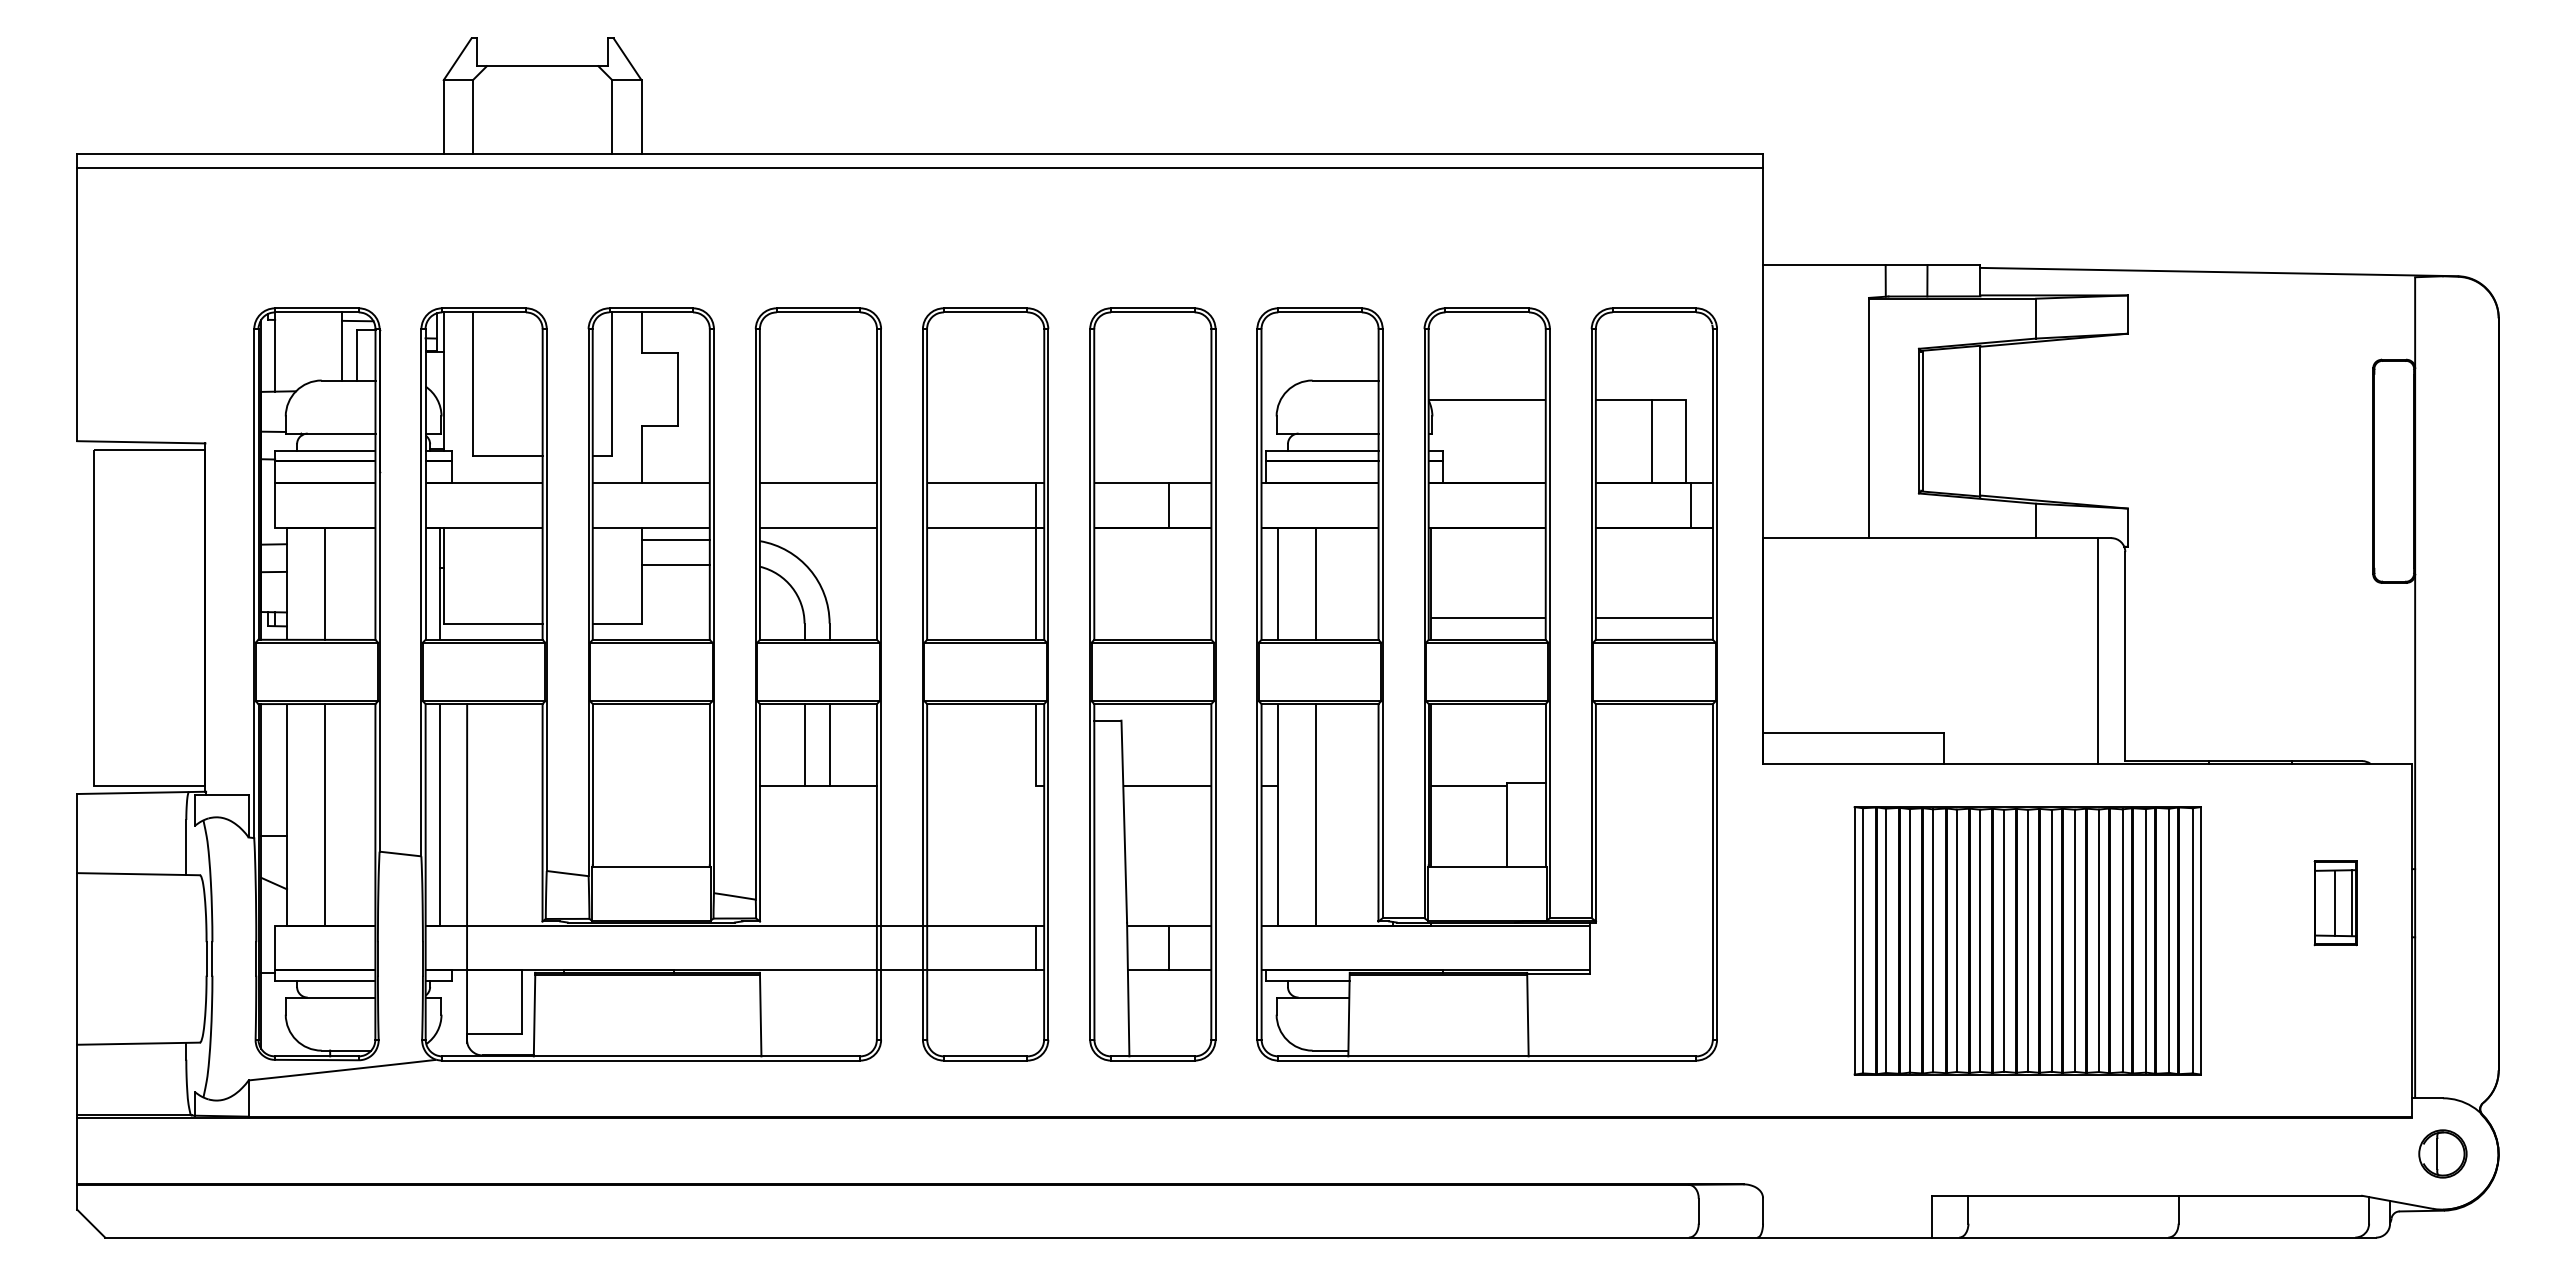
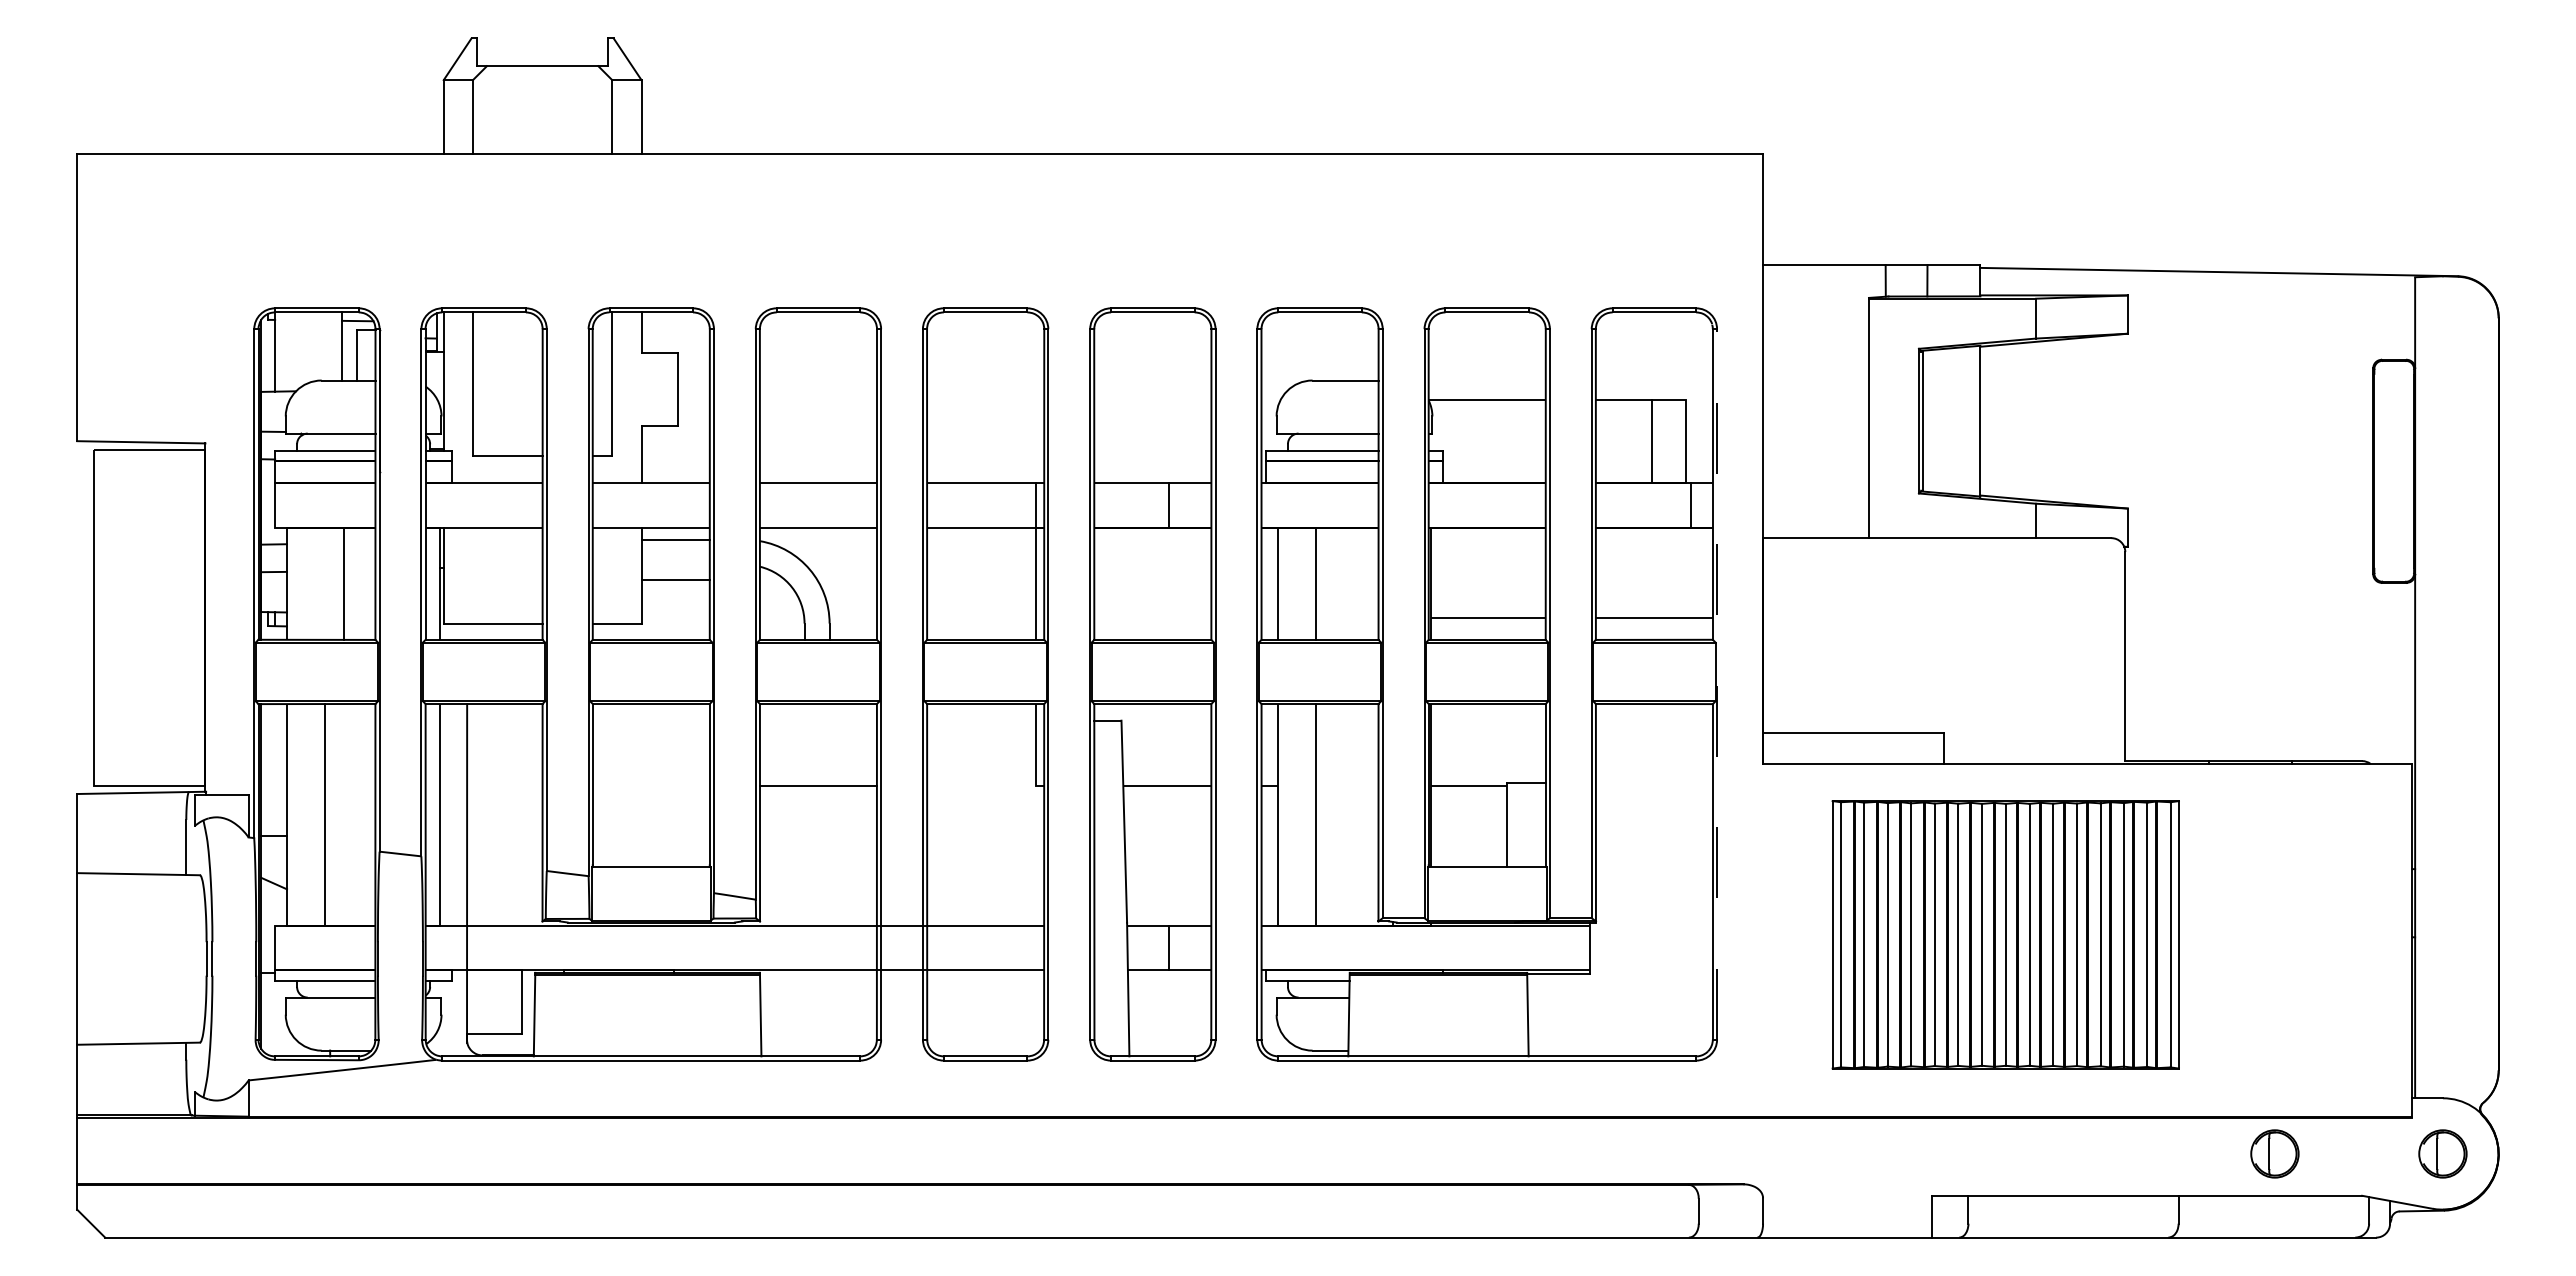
line at (920, 167): present -> none
line at (675, 565) position: (675, 565) -> (675, 580)
line at (325, 583) position: (325, 583) -> (344, 583)
line at (2097, 650): present -> none
line at (1717, 683): solid -> dashed
line at (804, 744): present -> none
line at (829, 744): present -> none
part at (2335, 903): present -> none
part at (2027, 940) position: (2027, 940) -> (2005, 934)
line at (1036, 947): present -> none
part at (2274, 1153): none -> present
